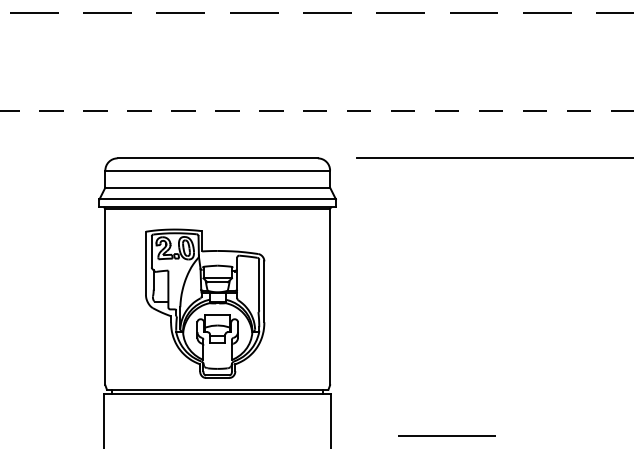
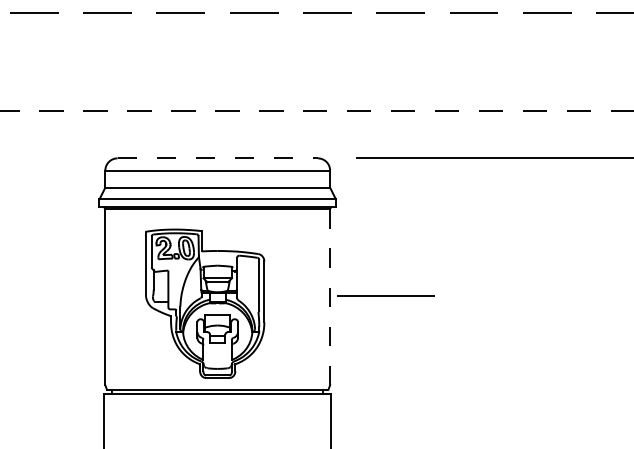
line at (218, 158): solid -> dashed
line at (330, 296): solid -> dashed
line at (446, 435) position: (446, 435) -> (385, 295)
